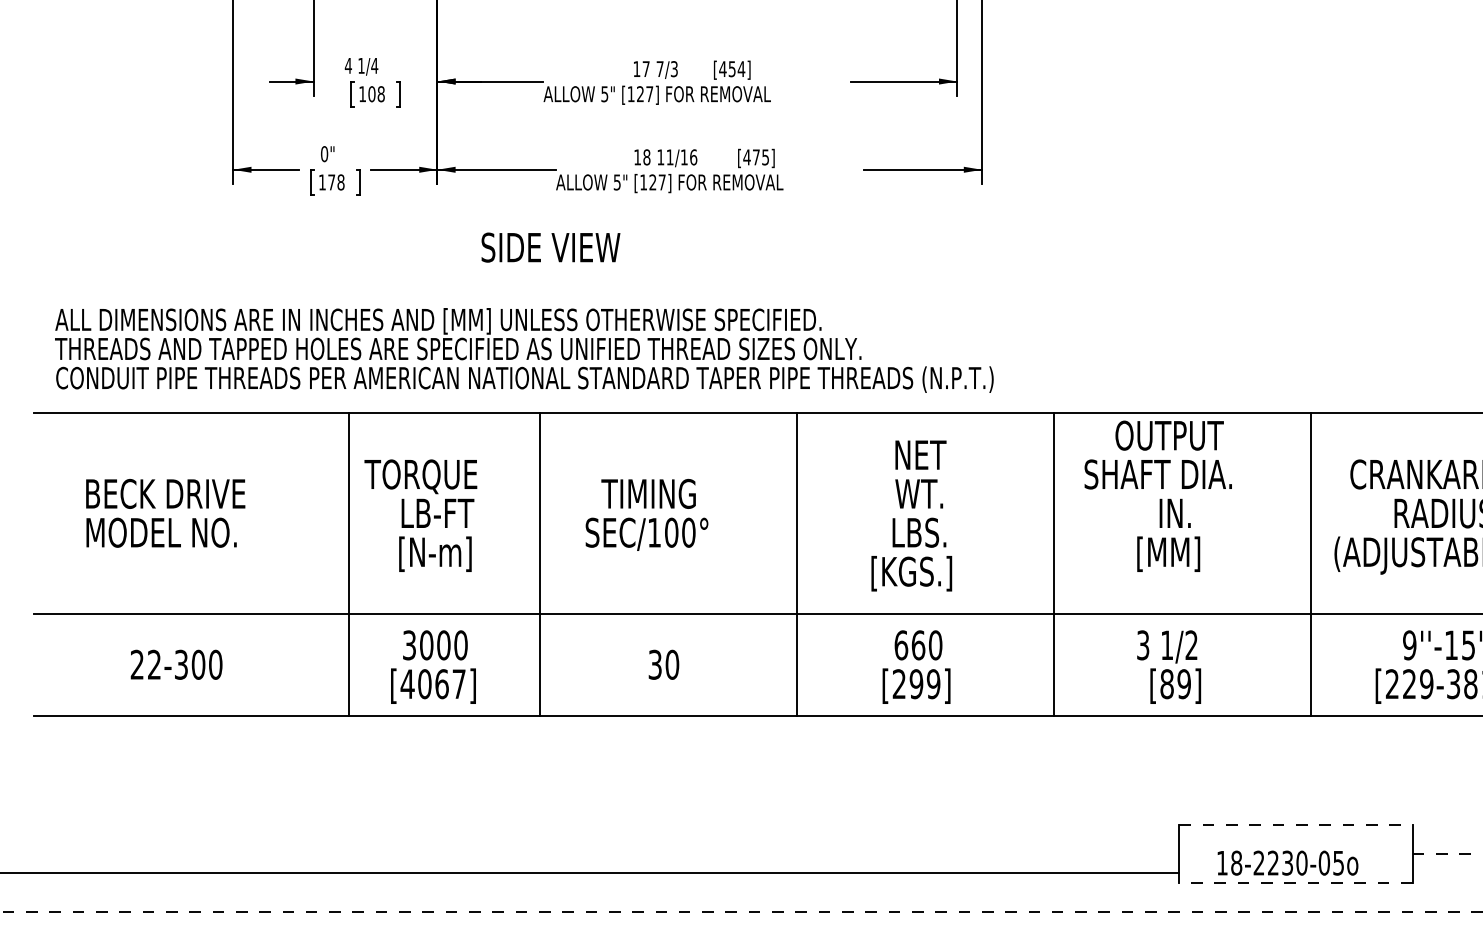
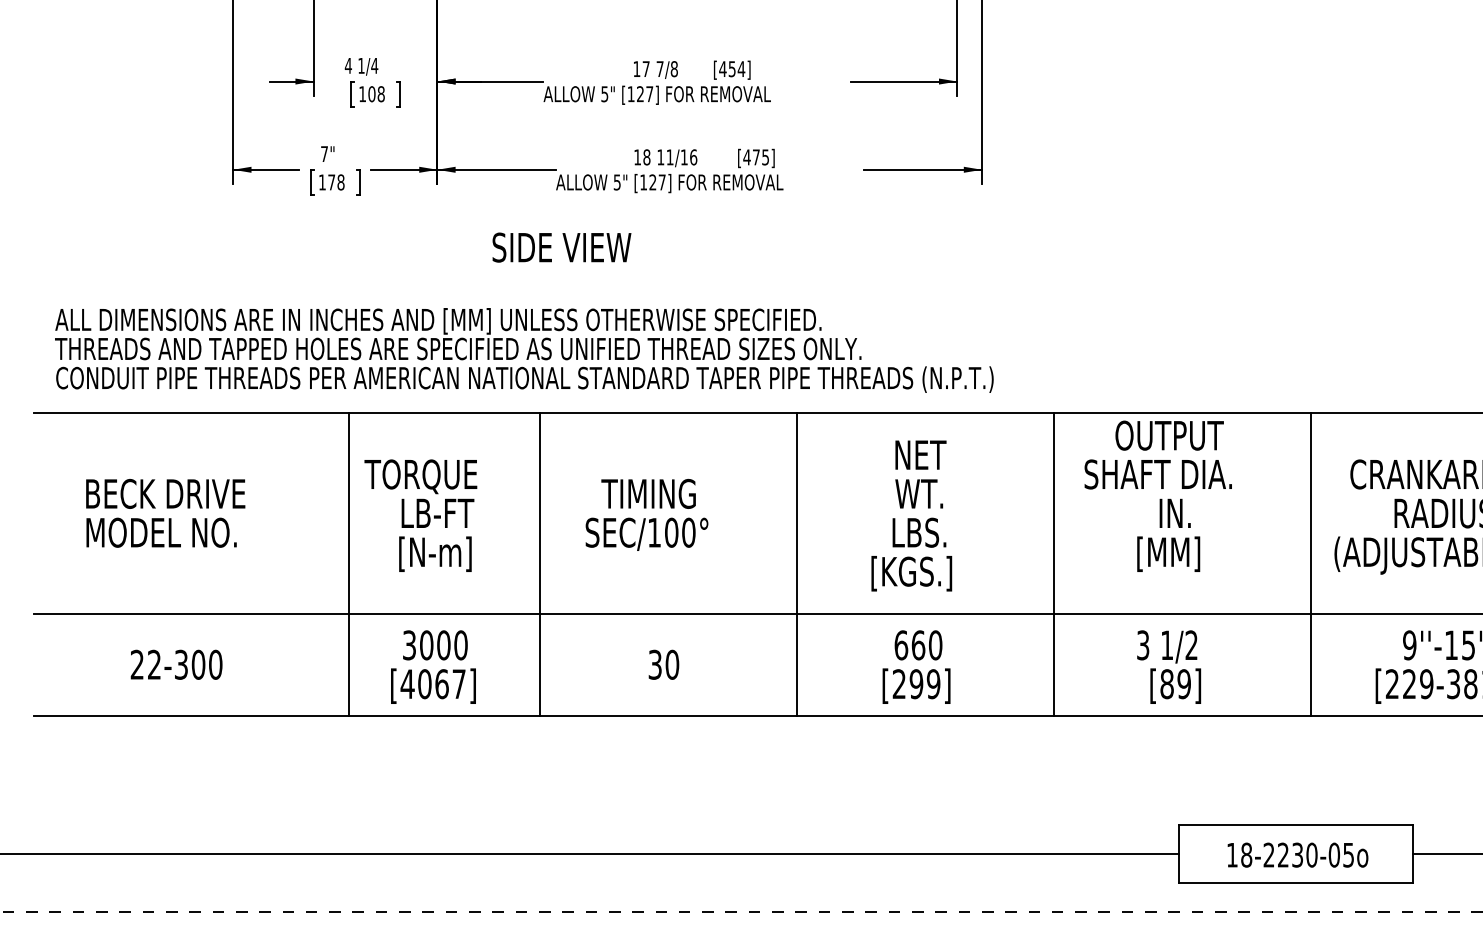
text at (673, 69): 7/3 -> 7/8
text at (324, 154): 0" -> 7"
text at (550, 247) position: (550, 247) -> (561, 247)
line at (1296, 825): dashed -> solid
line at (1447, 854): dashed -> solid
text at (1287, 862) position: (1287, 862) -> (1297, 854)
line at (590, 873) position: (590, 873) -> (590, 854)
line at (1296, 883): dashed -> solid
